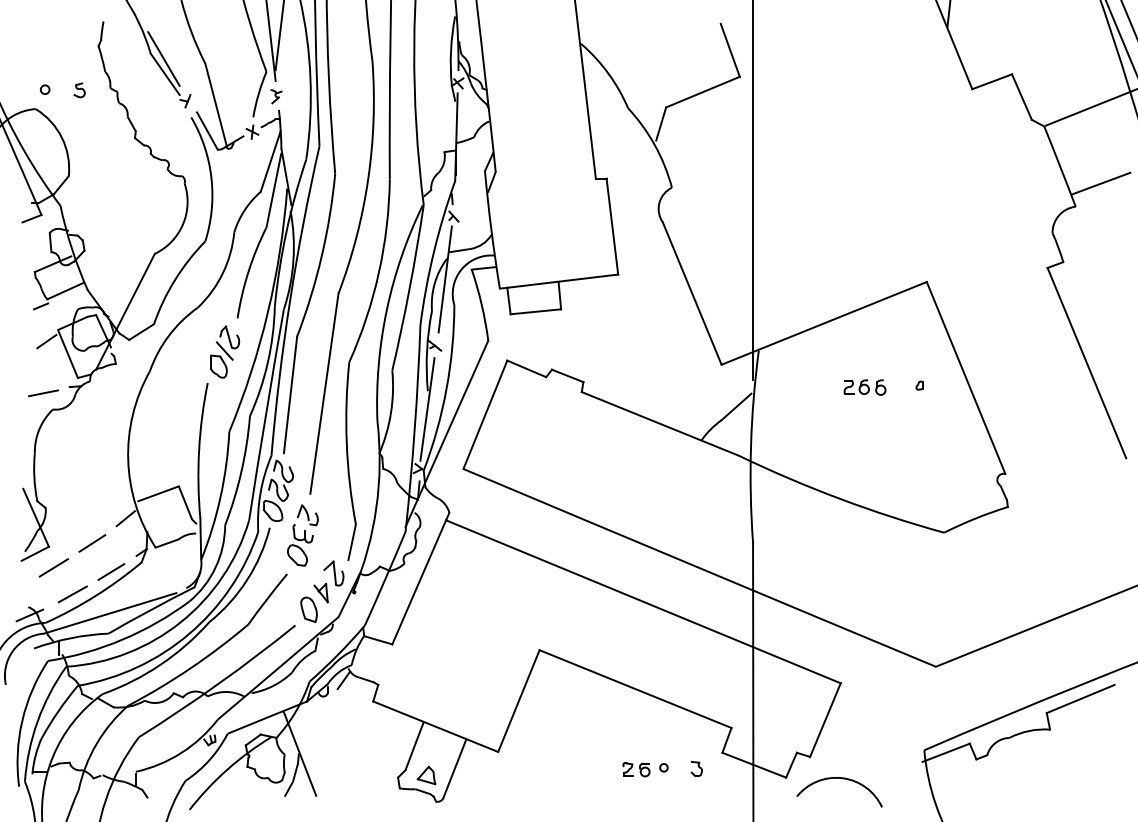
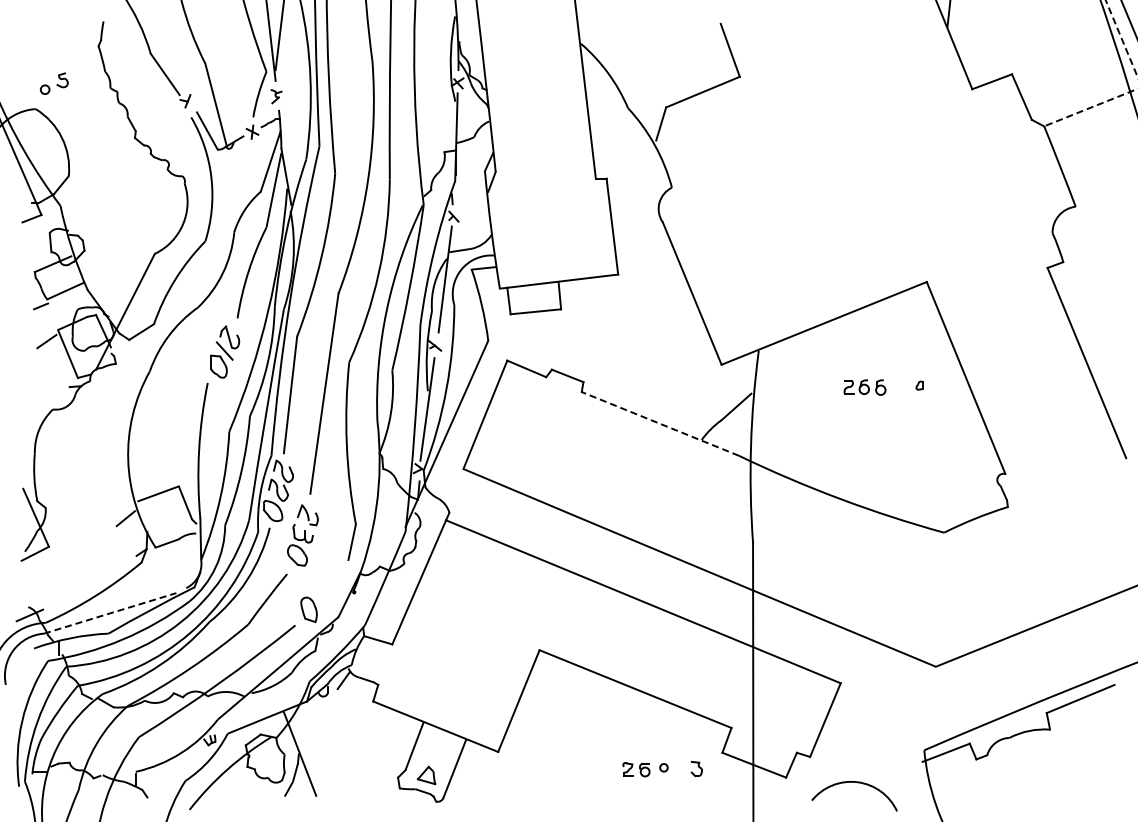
arc at (1121, 39): solid -> dashed
line at (163, 58): present -> none
part at (79, 90) position: (79, 90) -> (62, 80)
line at (1092, 107): solid -> dashed
line at (1101, 183): present -> none
line at (753, 191): present -> none
line at (43, 393): present -> none
line at (660, 423): solid -> dashed
line at (92, 543): present -> none
line at (53, 567): present -> none
line at (111, 571): present -> none
part at (328, 581): present -> none
line at (72, 594): present -> none
line at (110, 613): solid -> dashed
arc at (842, 779) position: (842, 779) -> (857, 783)
